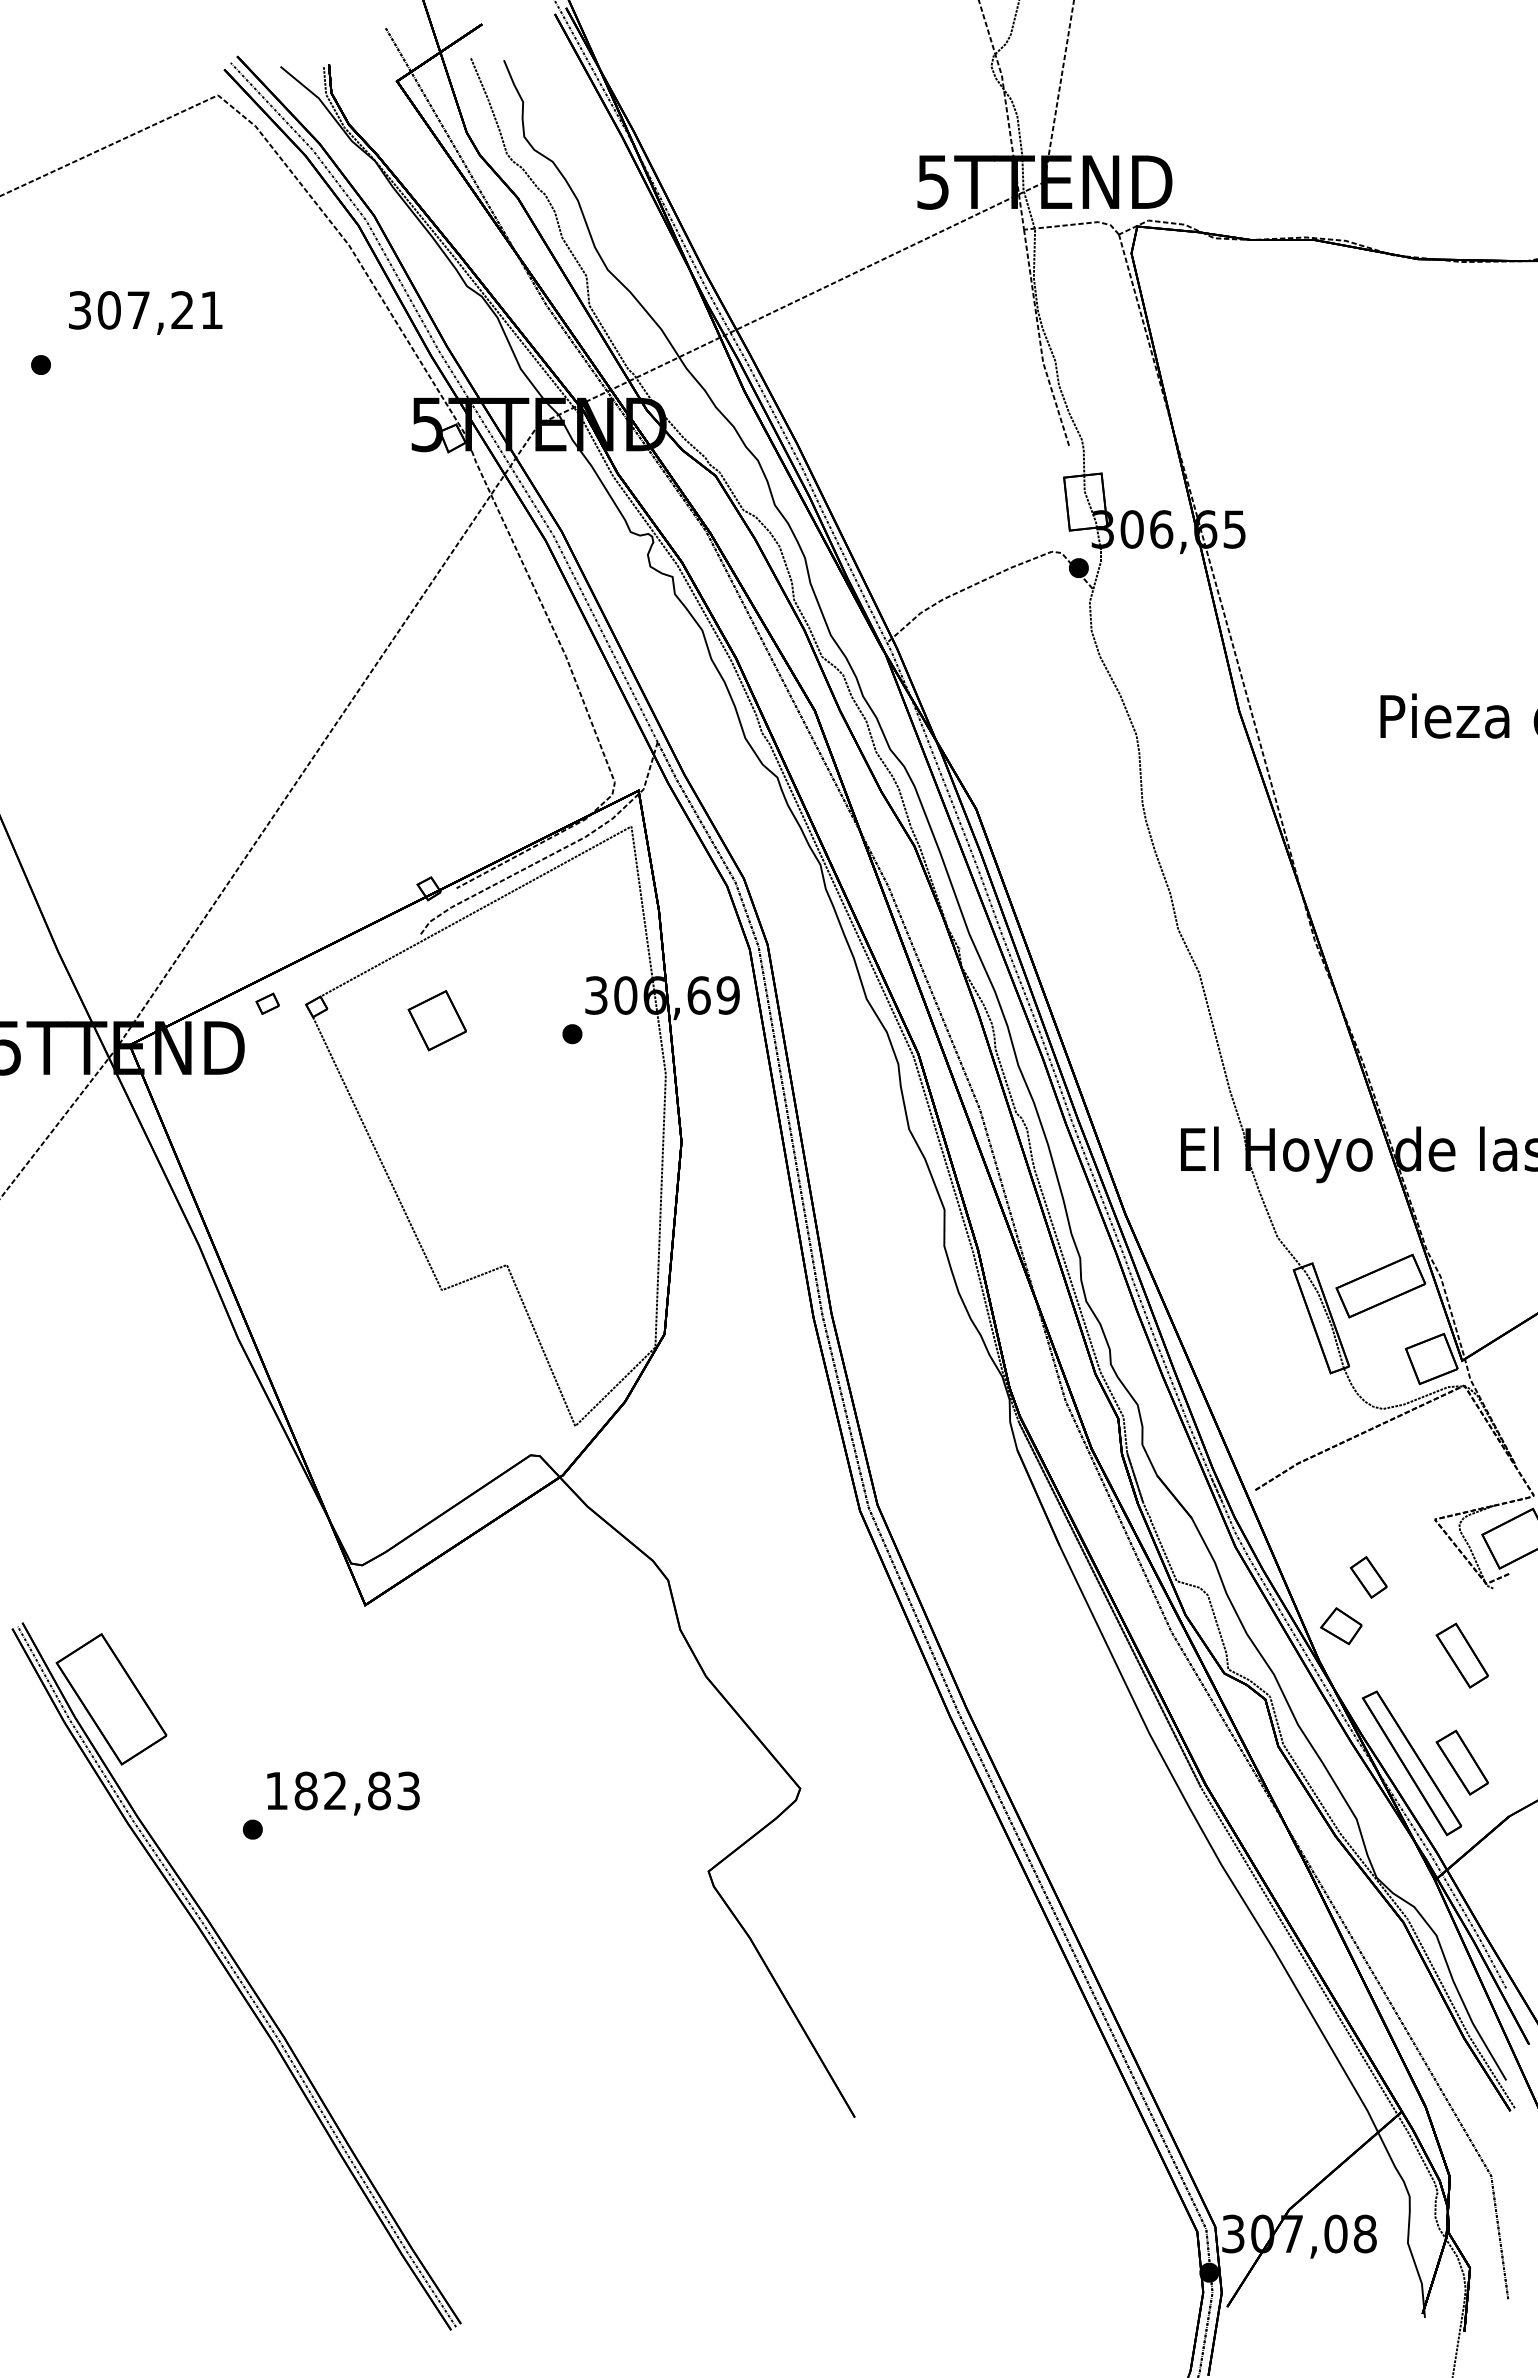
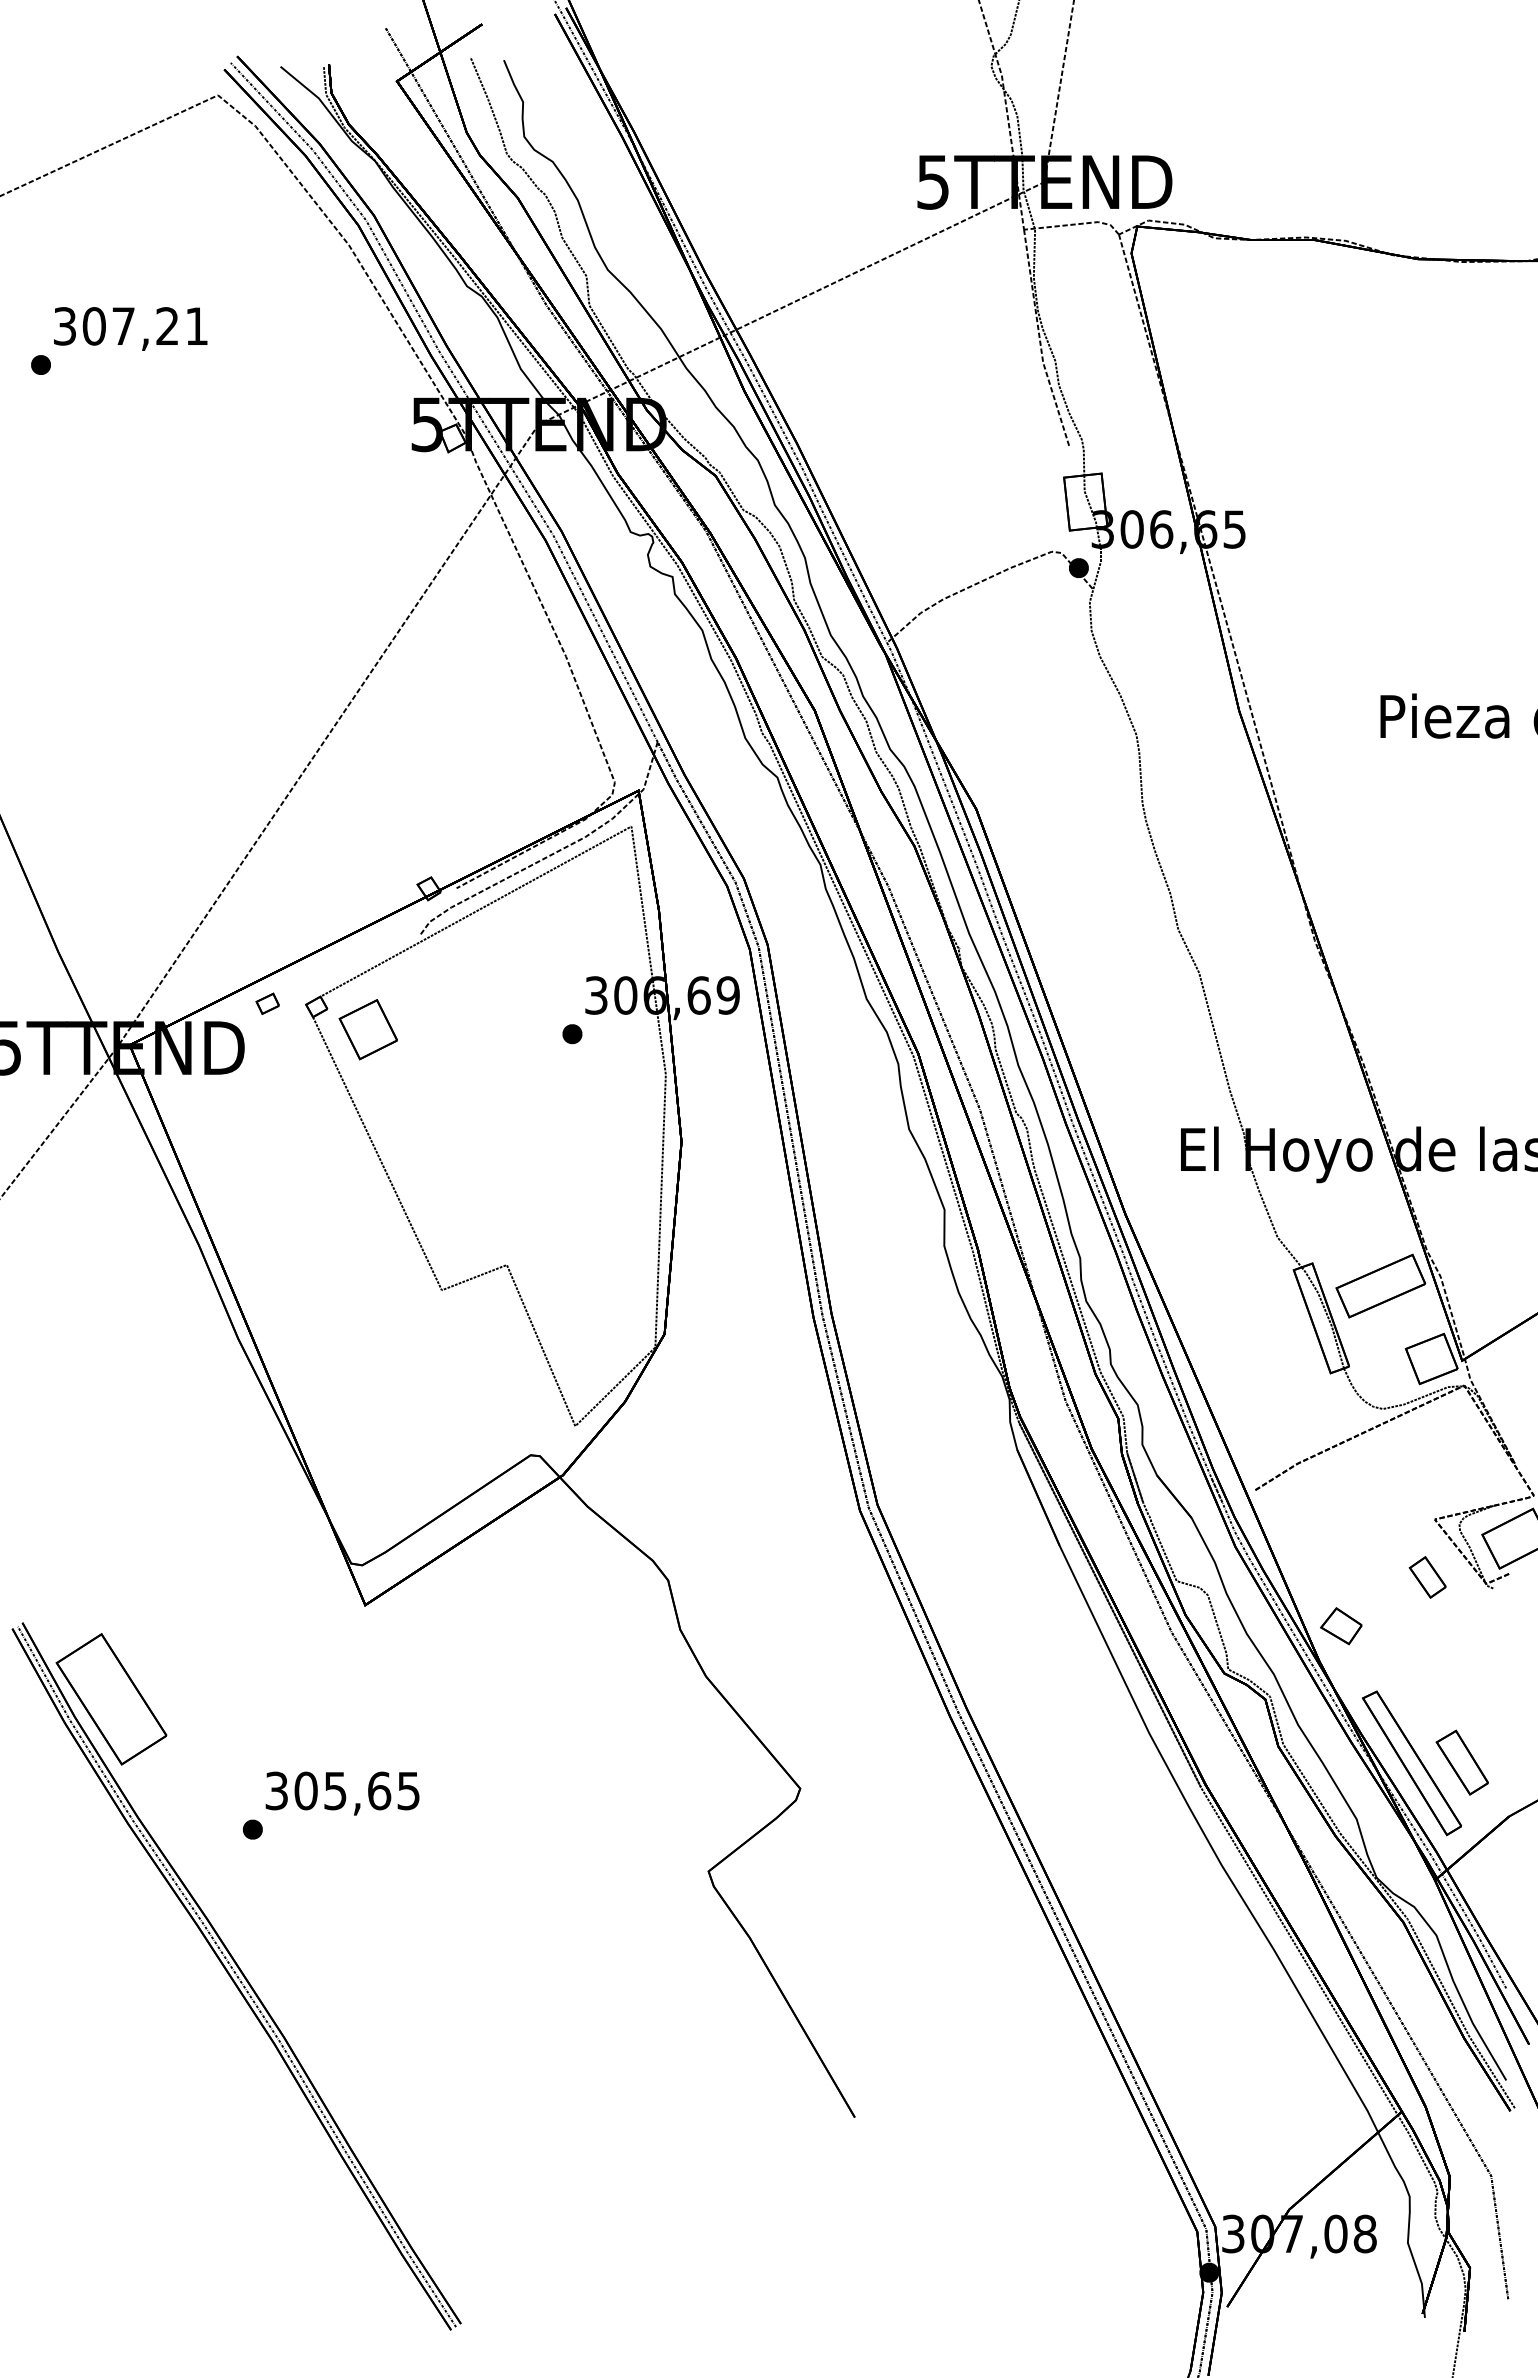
text at (145, 312) position: (145, 312) -> (130, 328)
part at (436, 1020) position: (436, 1020) -> (367, 1029)
part at (1368, 1577) position: (1368, 1577) -> (1427, 1577)
part at (1461, 1655): present -> none
text at (342, 1790): 182,83 -> 305,65
